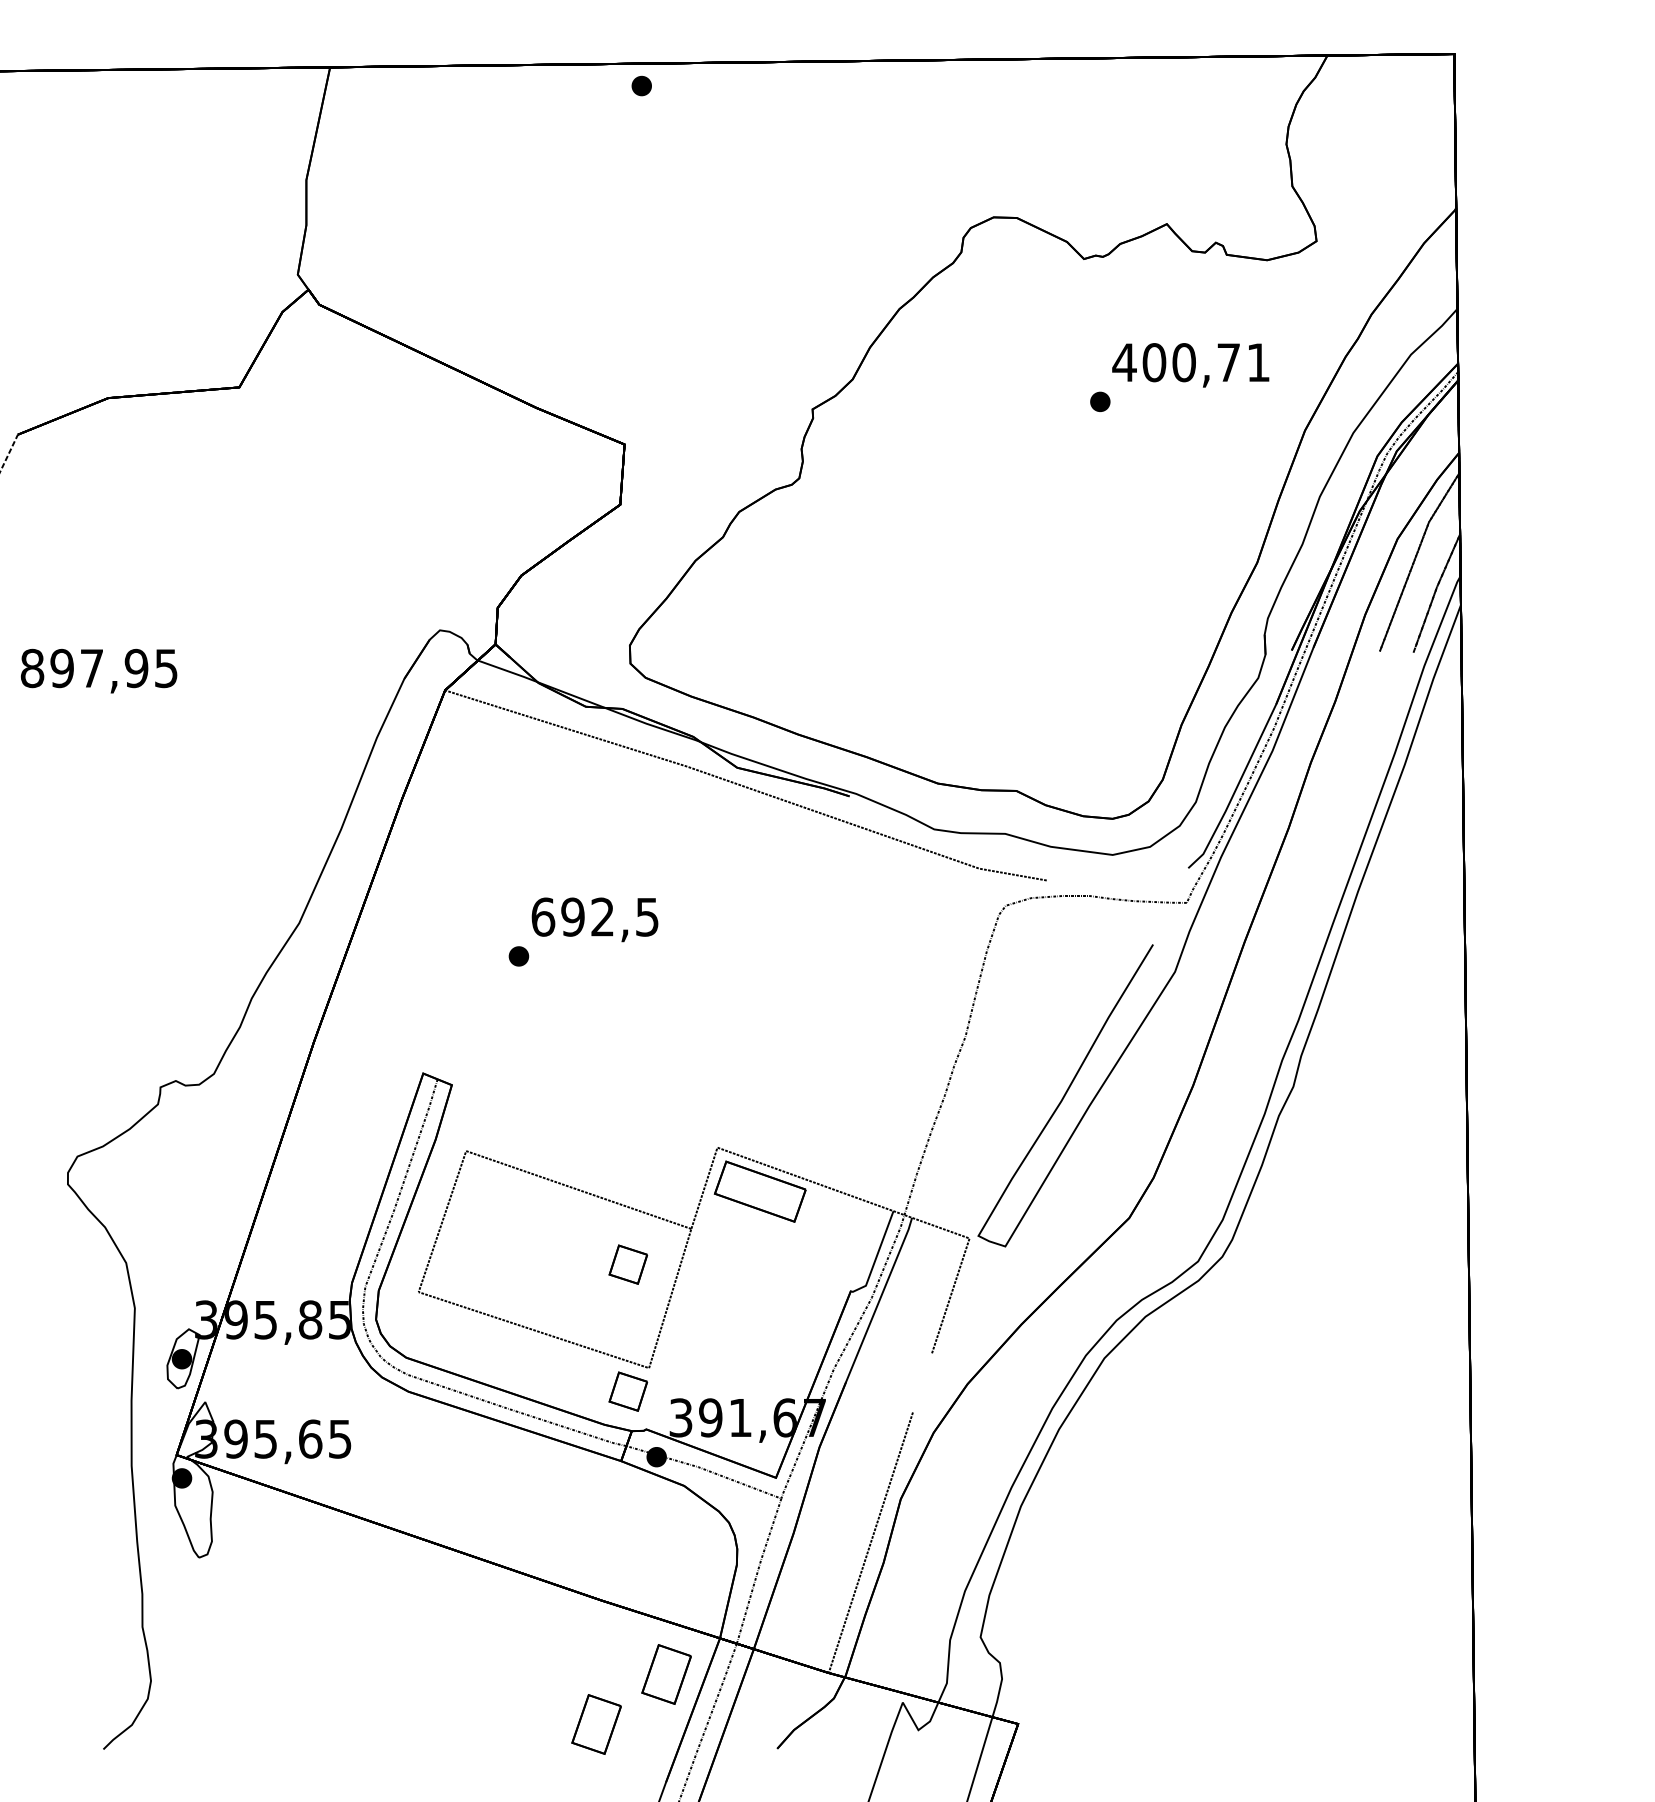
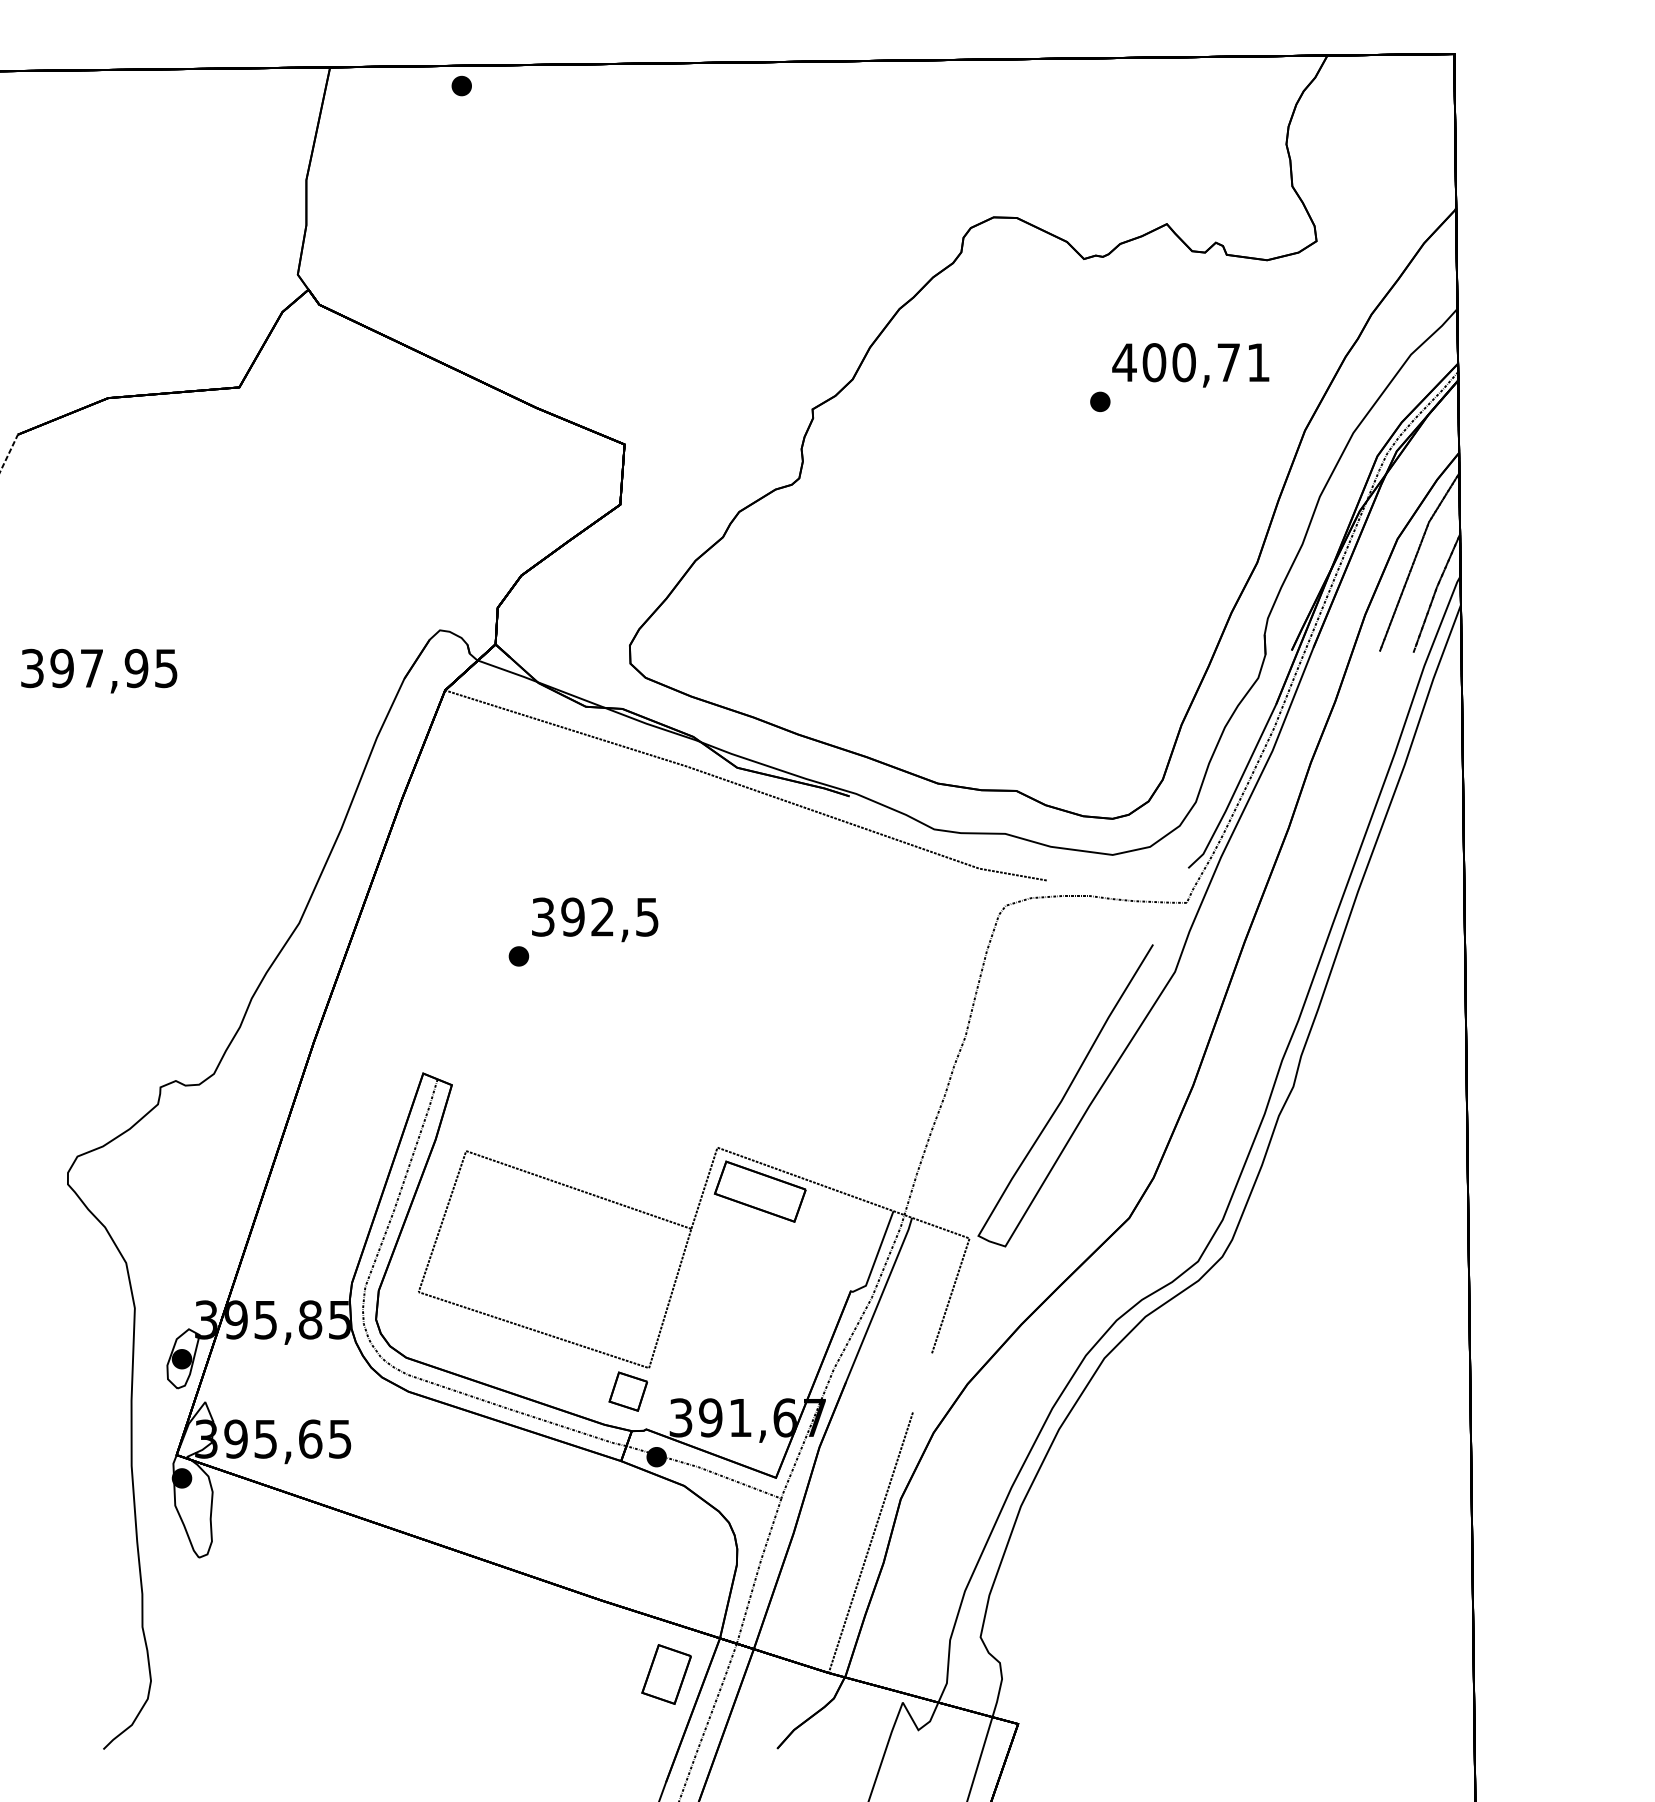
part at (641, 85) position: (641, 85) -> (461, 85)
text at (32, 668): 897,95 -> 397,95
text at (543, 916): 692,5 -> 392,5
part at (628, 1264): present -> none
part at (596, 1724): present -> none
